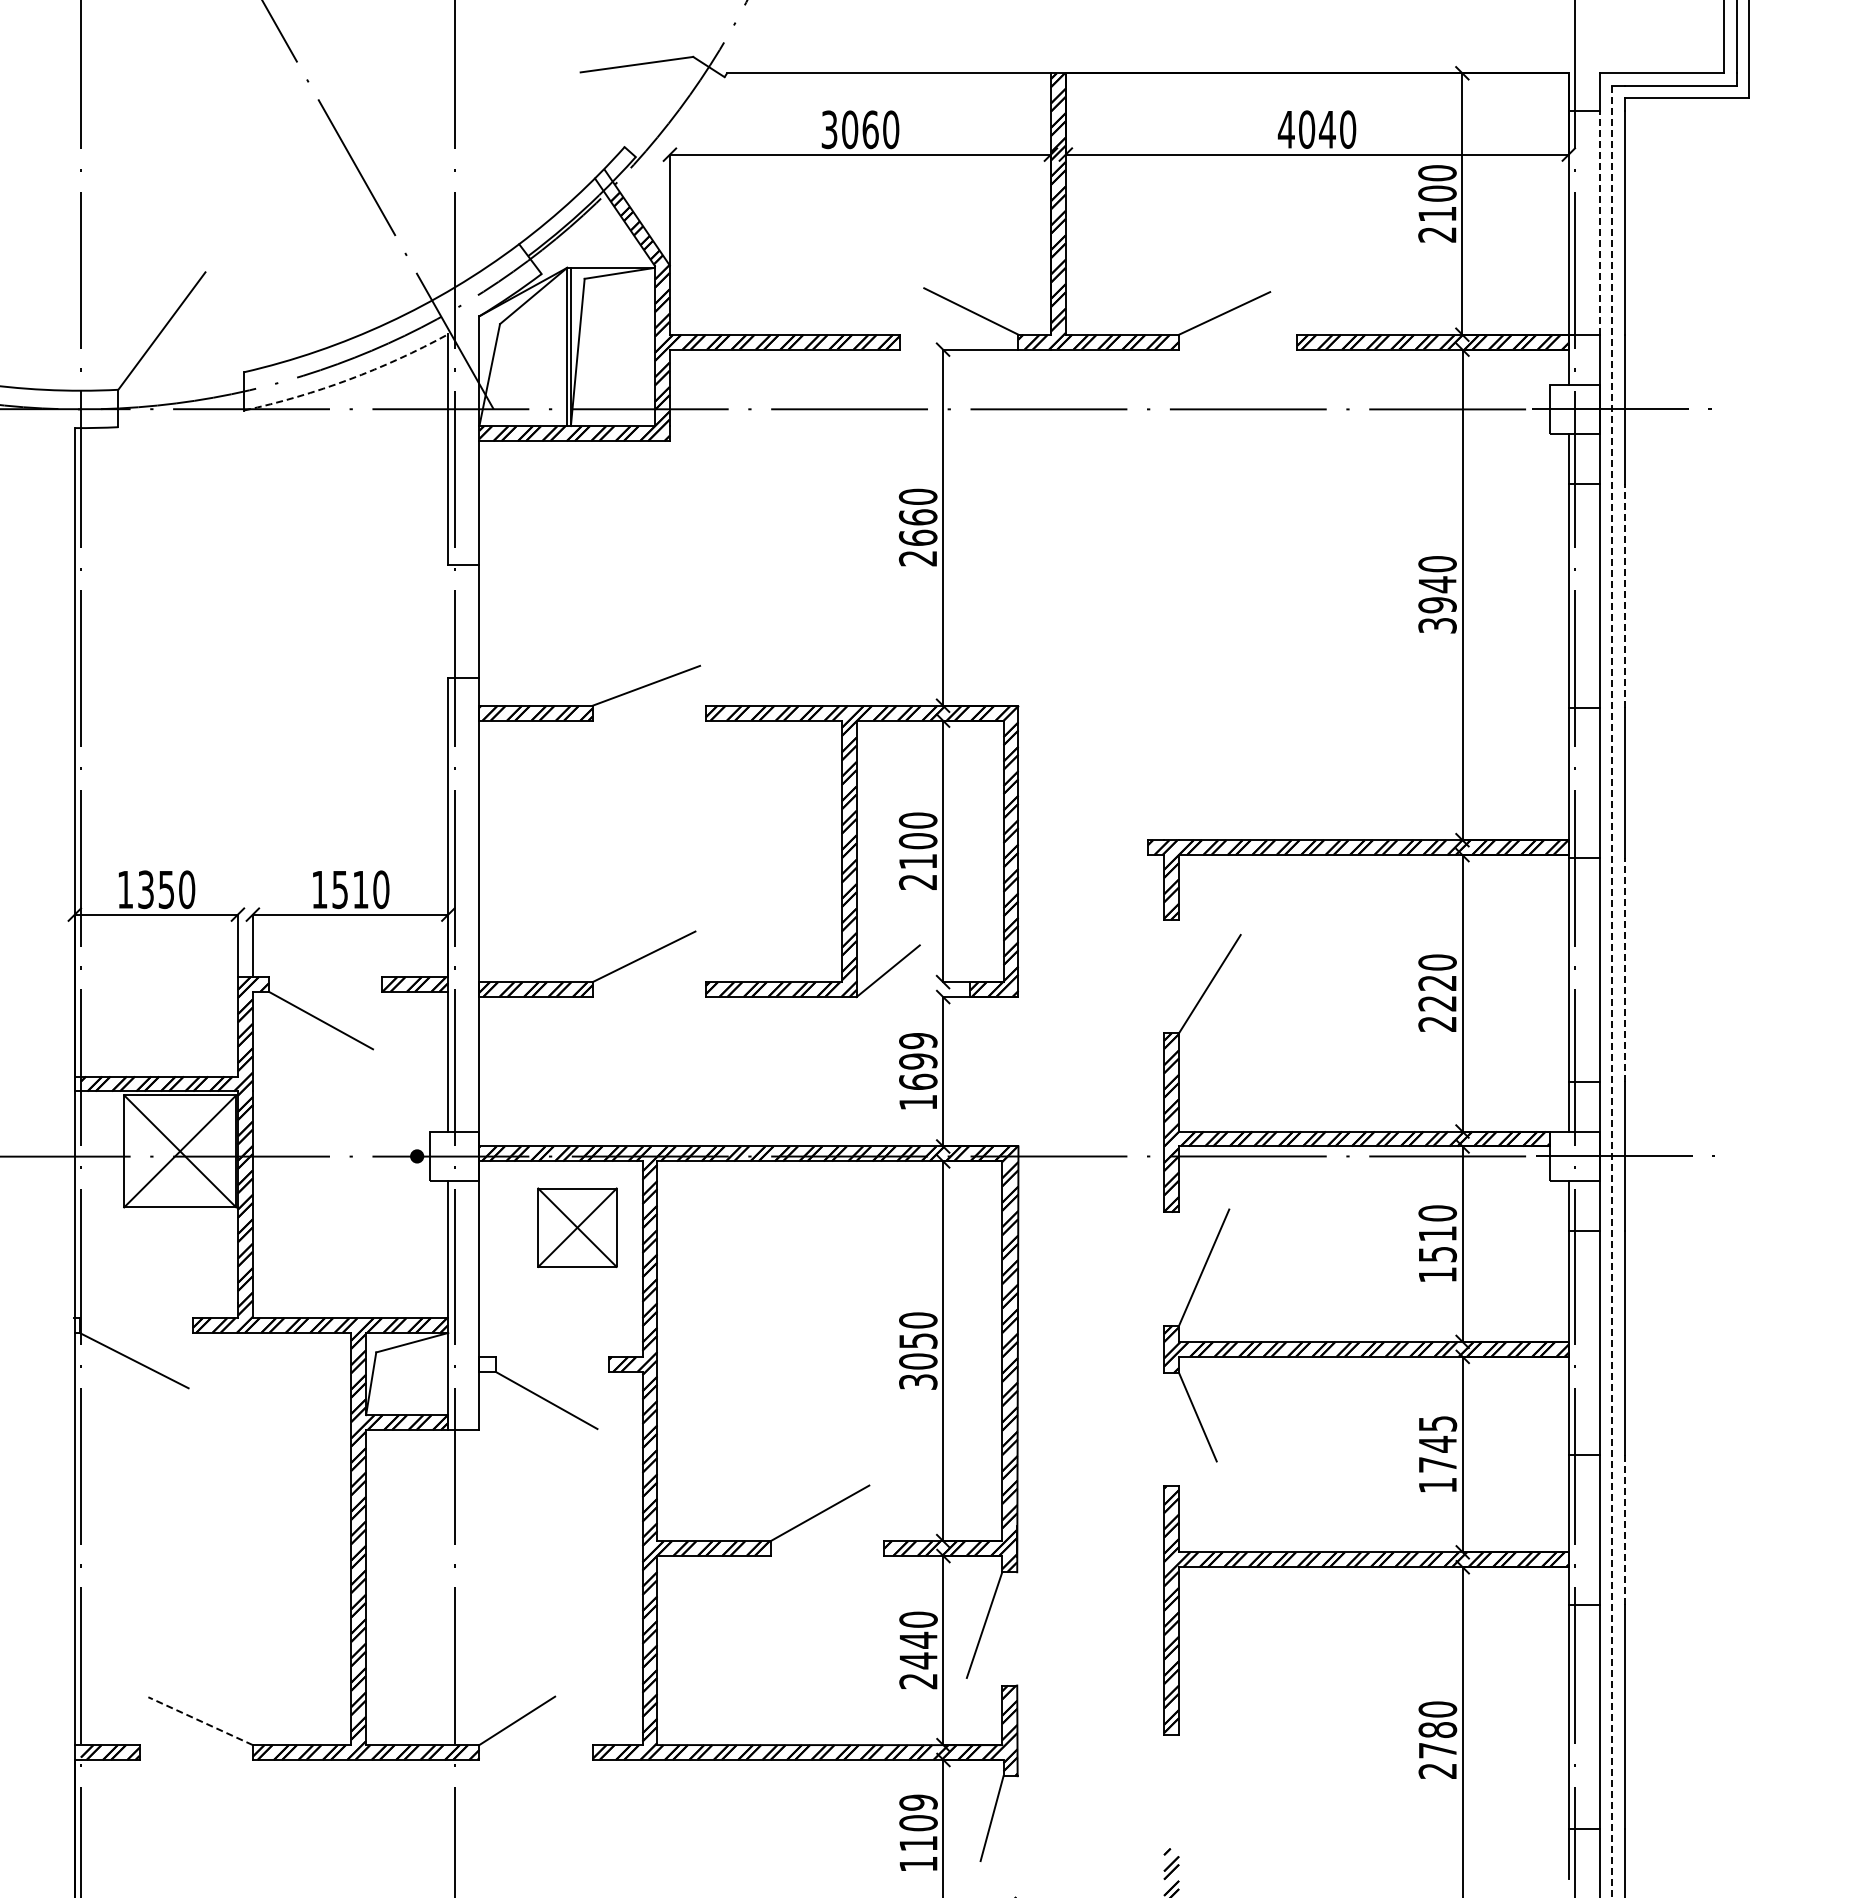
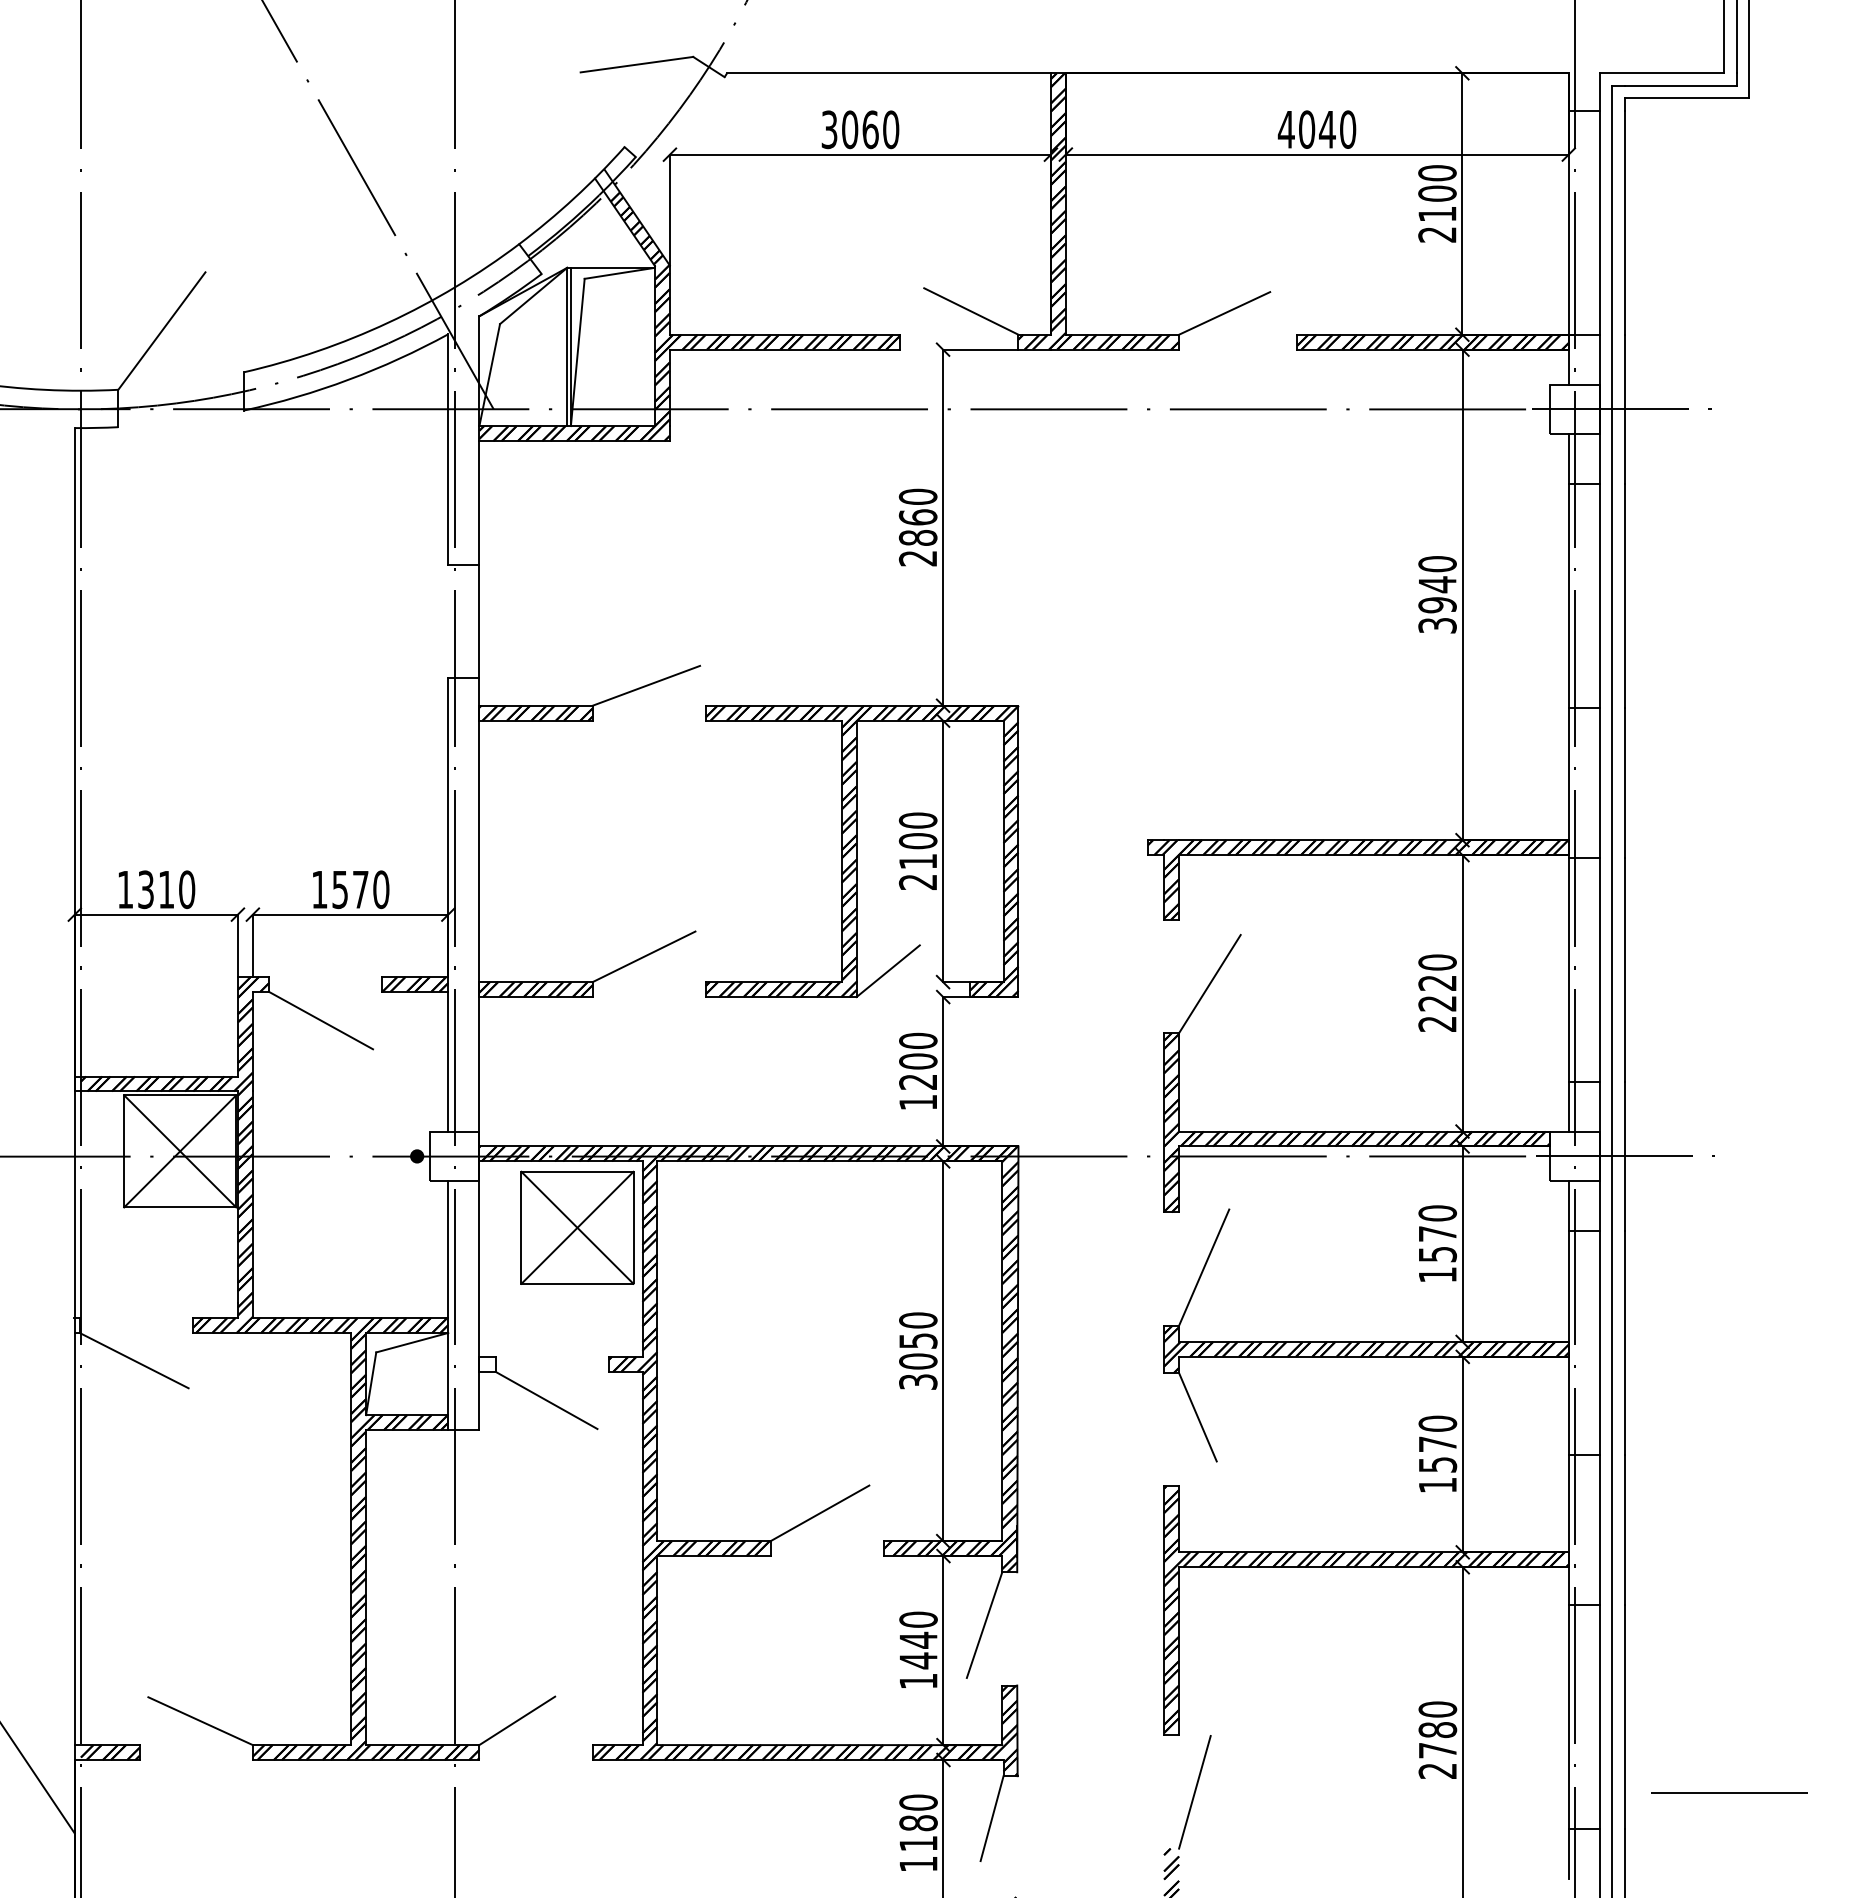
line at (1599, 222): dashed -> solid
arc at (348, 379): dashed -> solid
text at (917, 537): 2660 -> 2860
line at (1624, 595): dashed -> solid
text at (360, 889): 1510 -> 1570
text at (165, 890): 1350 -> 1310
line at (1624, 969): dashed -> solid
line at (1612, 991): dashed -> solid
text at (918, 1060): 1699 -> 1200
part at (577, 1227) size: 81x81 px -> 115x115 px
text at (1437, 1233): 1510 -> 1570
text at (1437, 1443): 1745 -> 1570
line at (1624, 1529): dashed -> solid
text at (918, 1681): 2440 -> 1440
line at (200, 1720): dashed -> solid
line at (38, 1779): none -> present
line at (1194, 1792): none -> present
line at (1729, 1792): none -> present
text at (918, 1812): 1109 -> 1180
